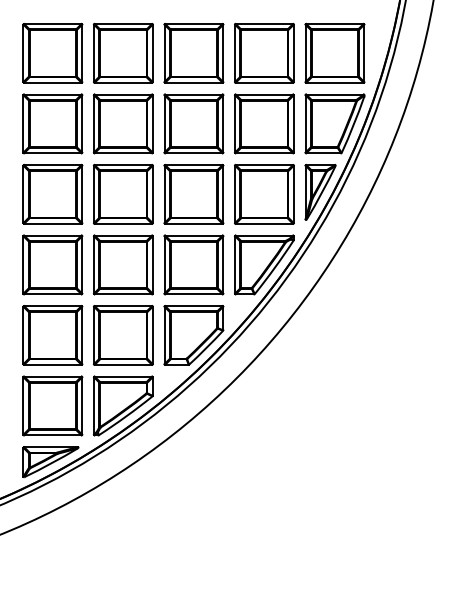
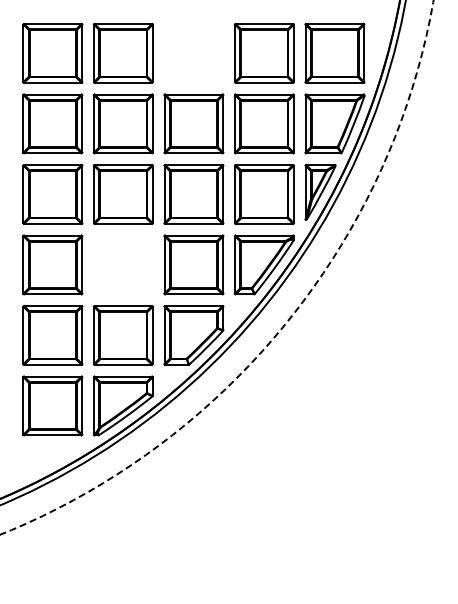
part at (193, 52): present -> none
part at (122, 264): present -> none
circle at (216, 267): solid -> dashed
part at (50, 462): present -> none
